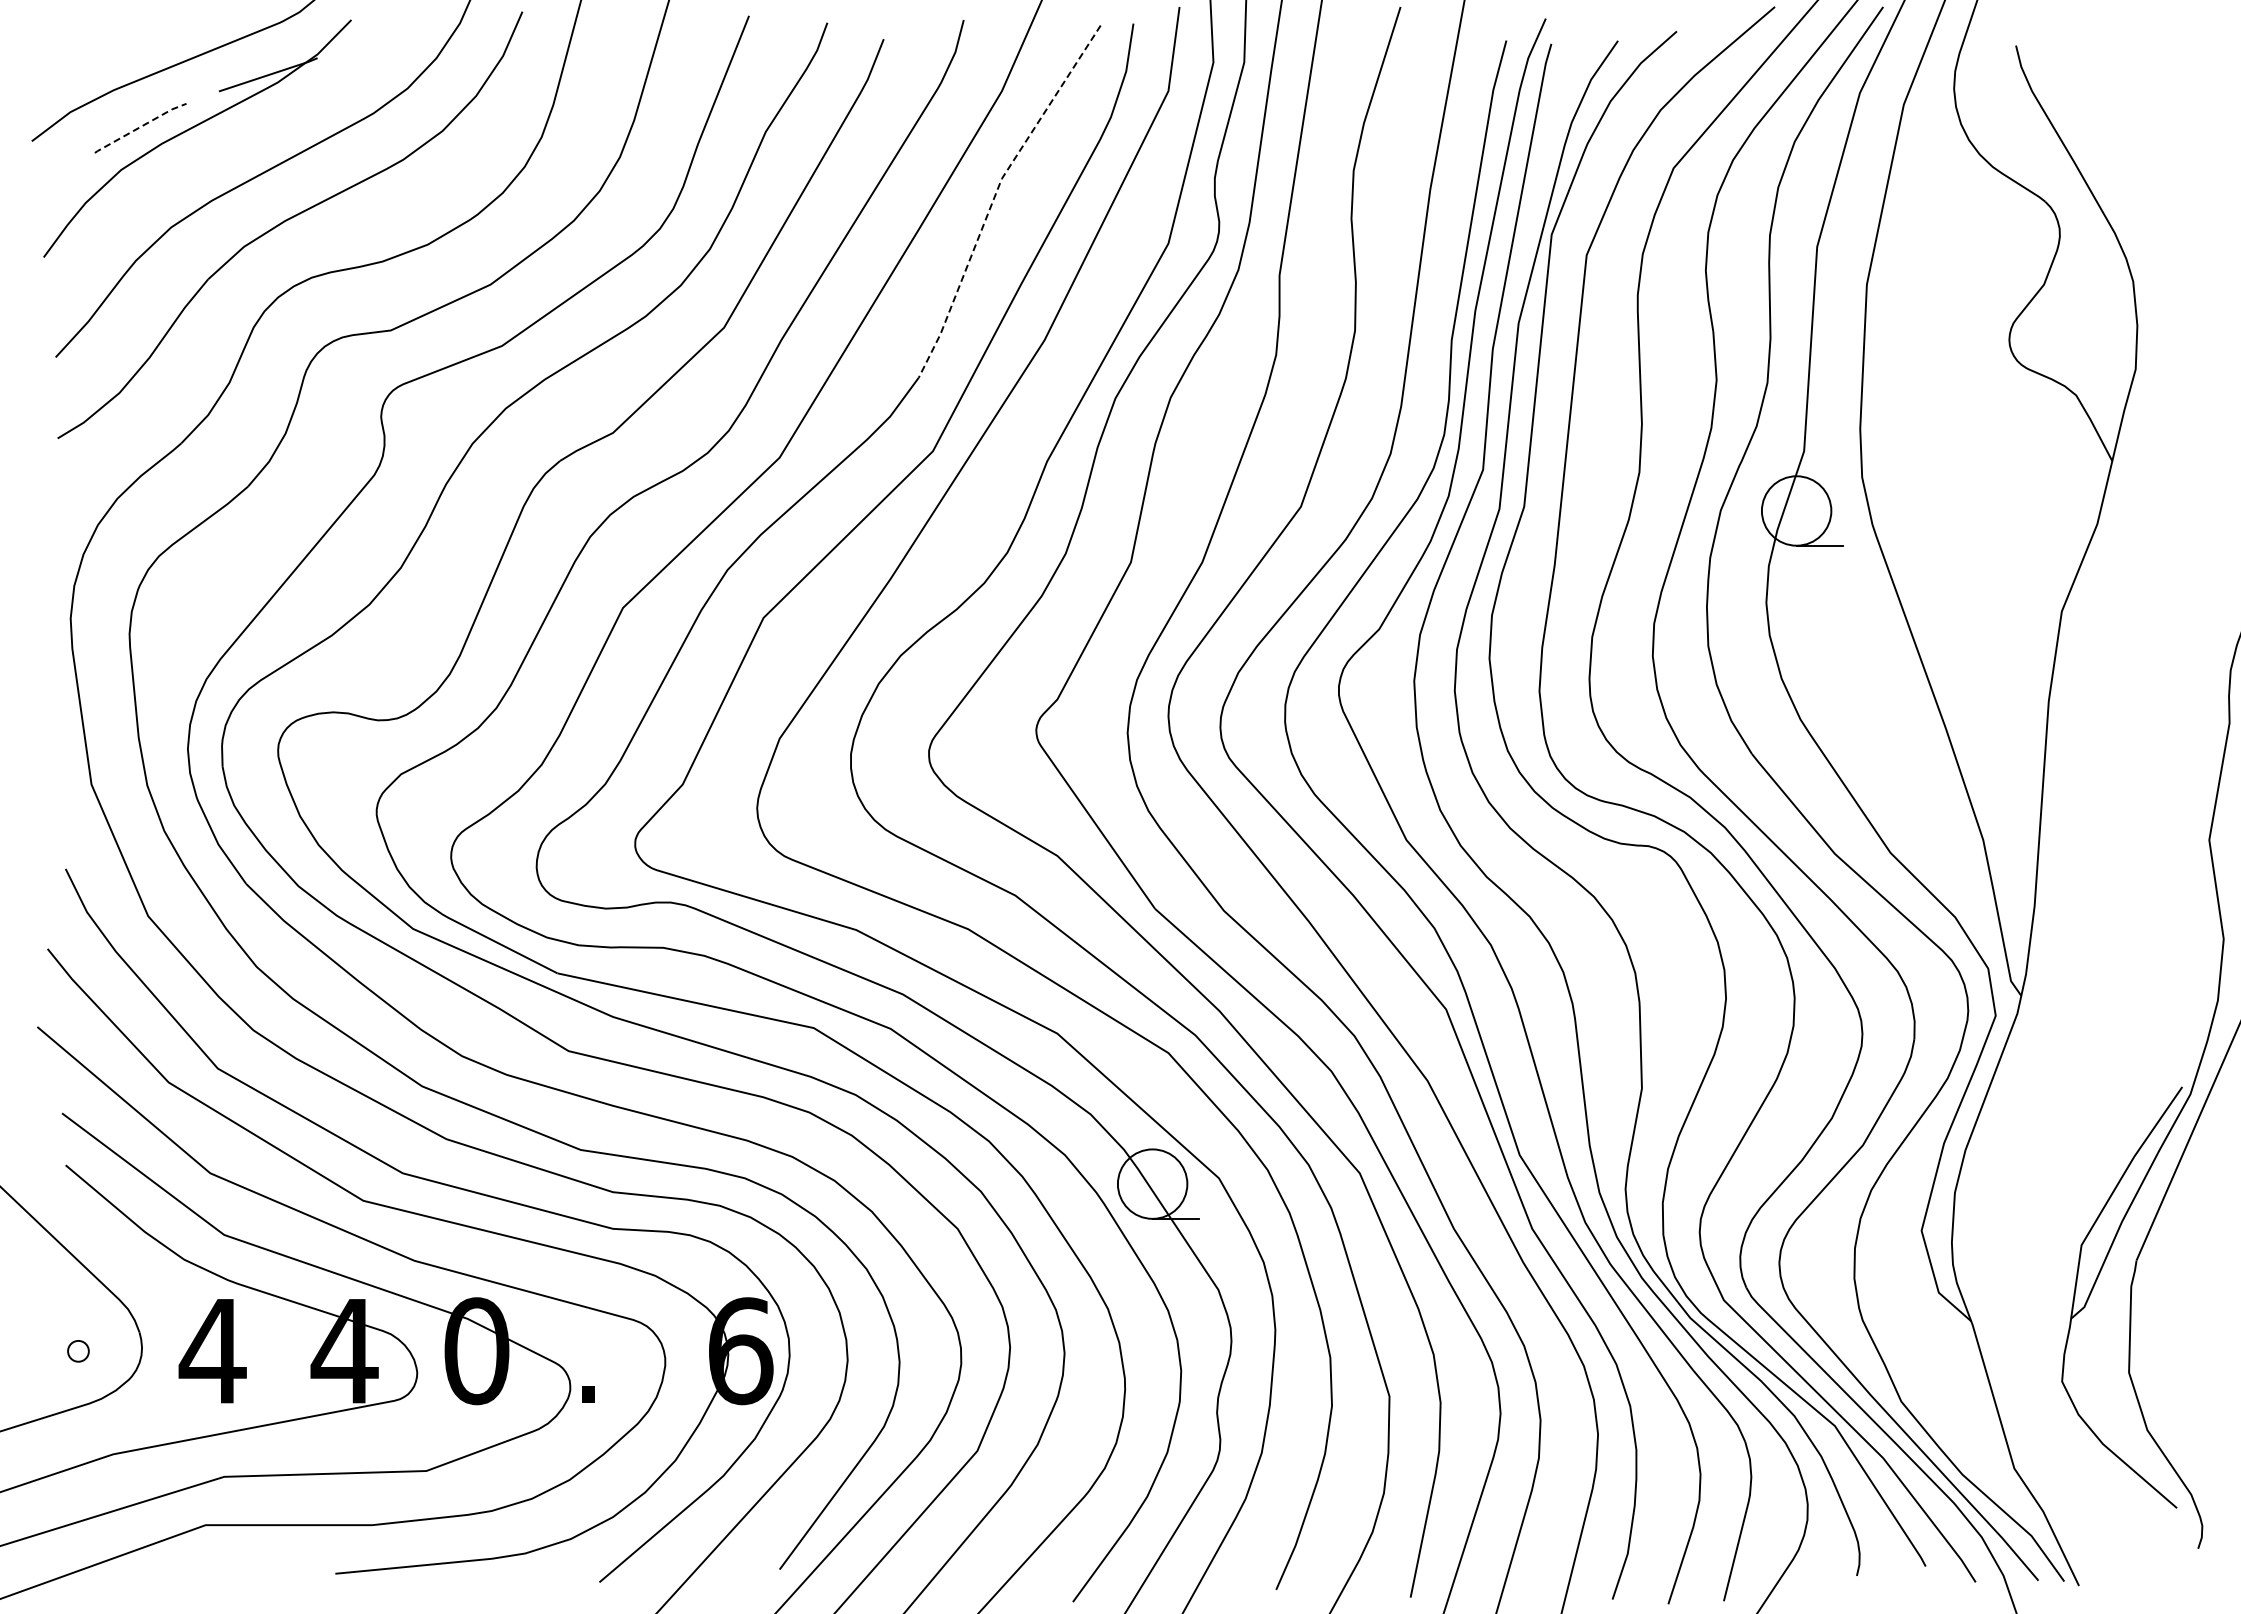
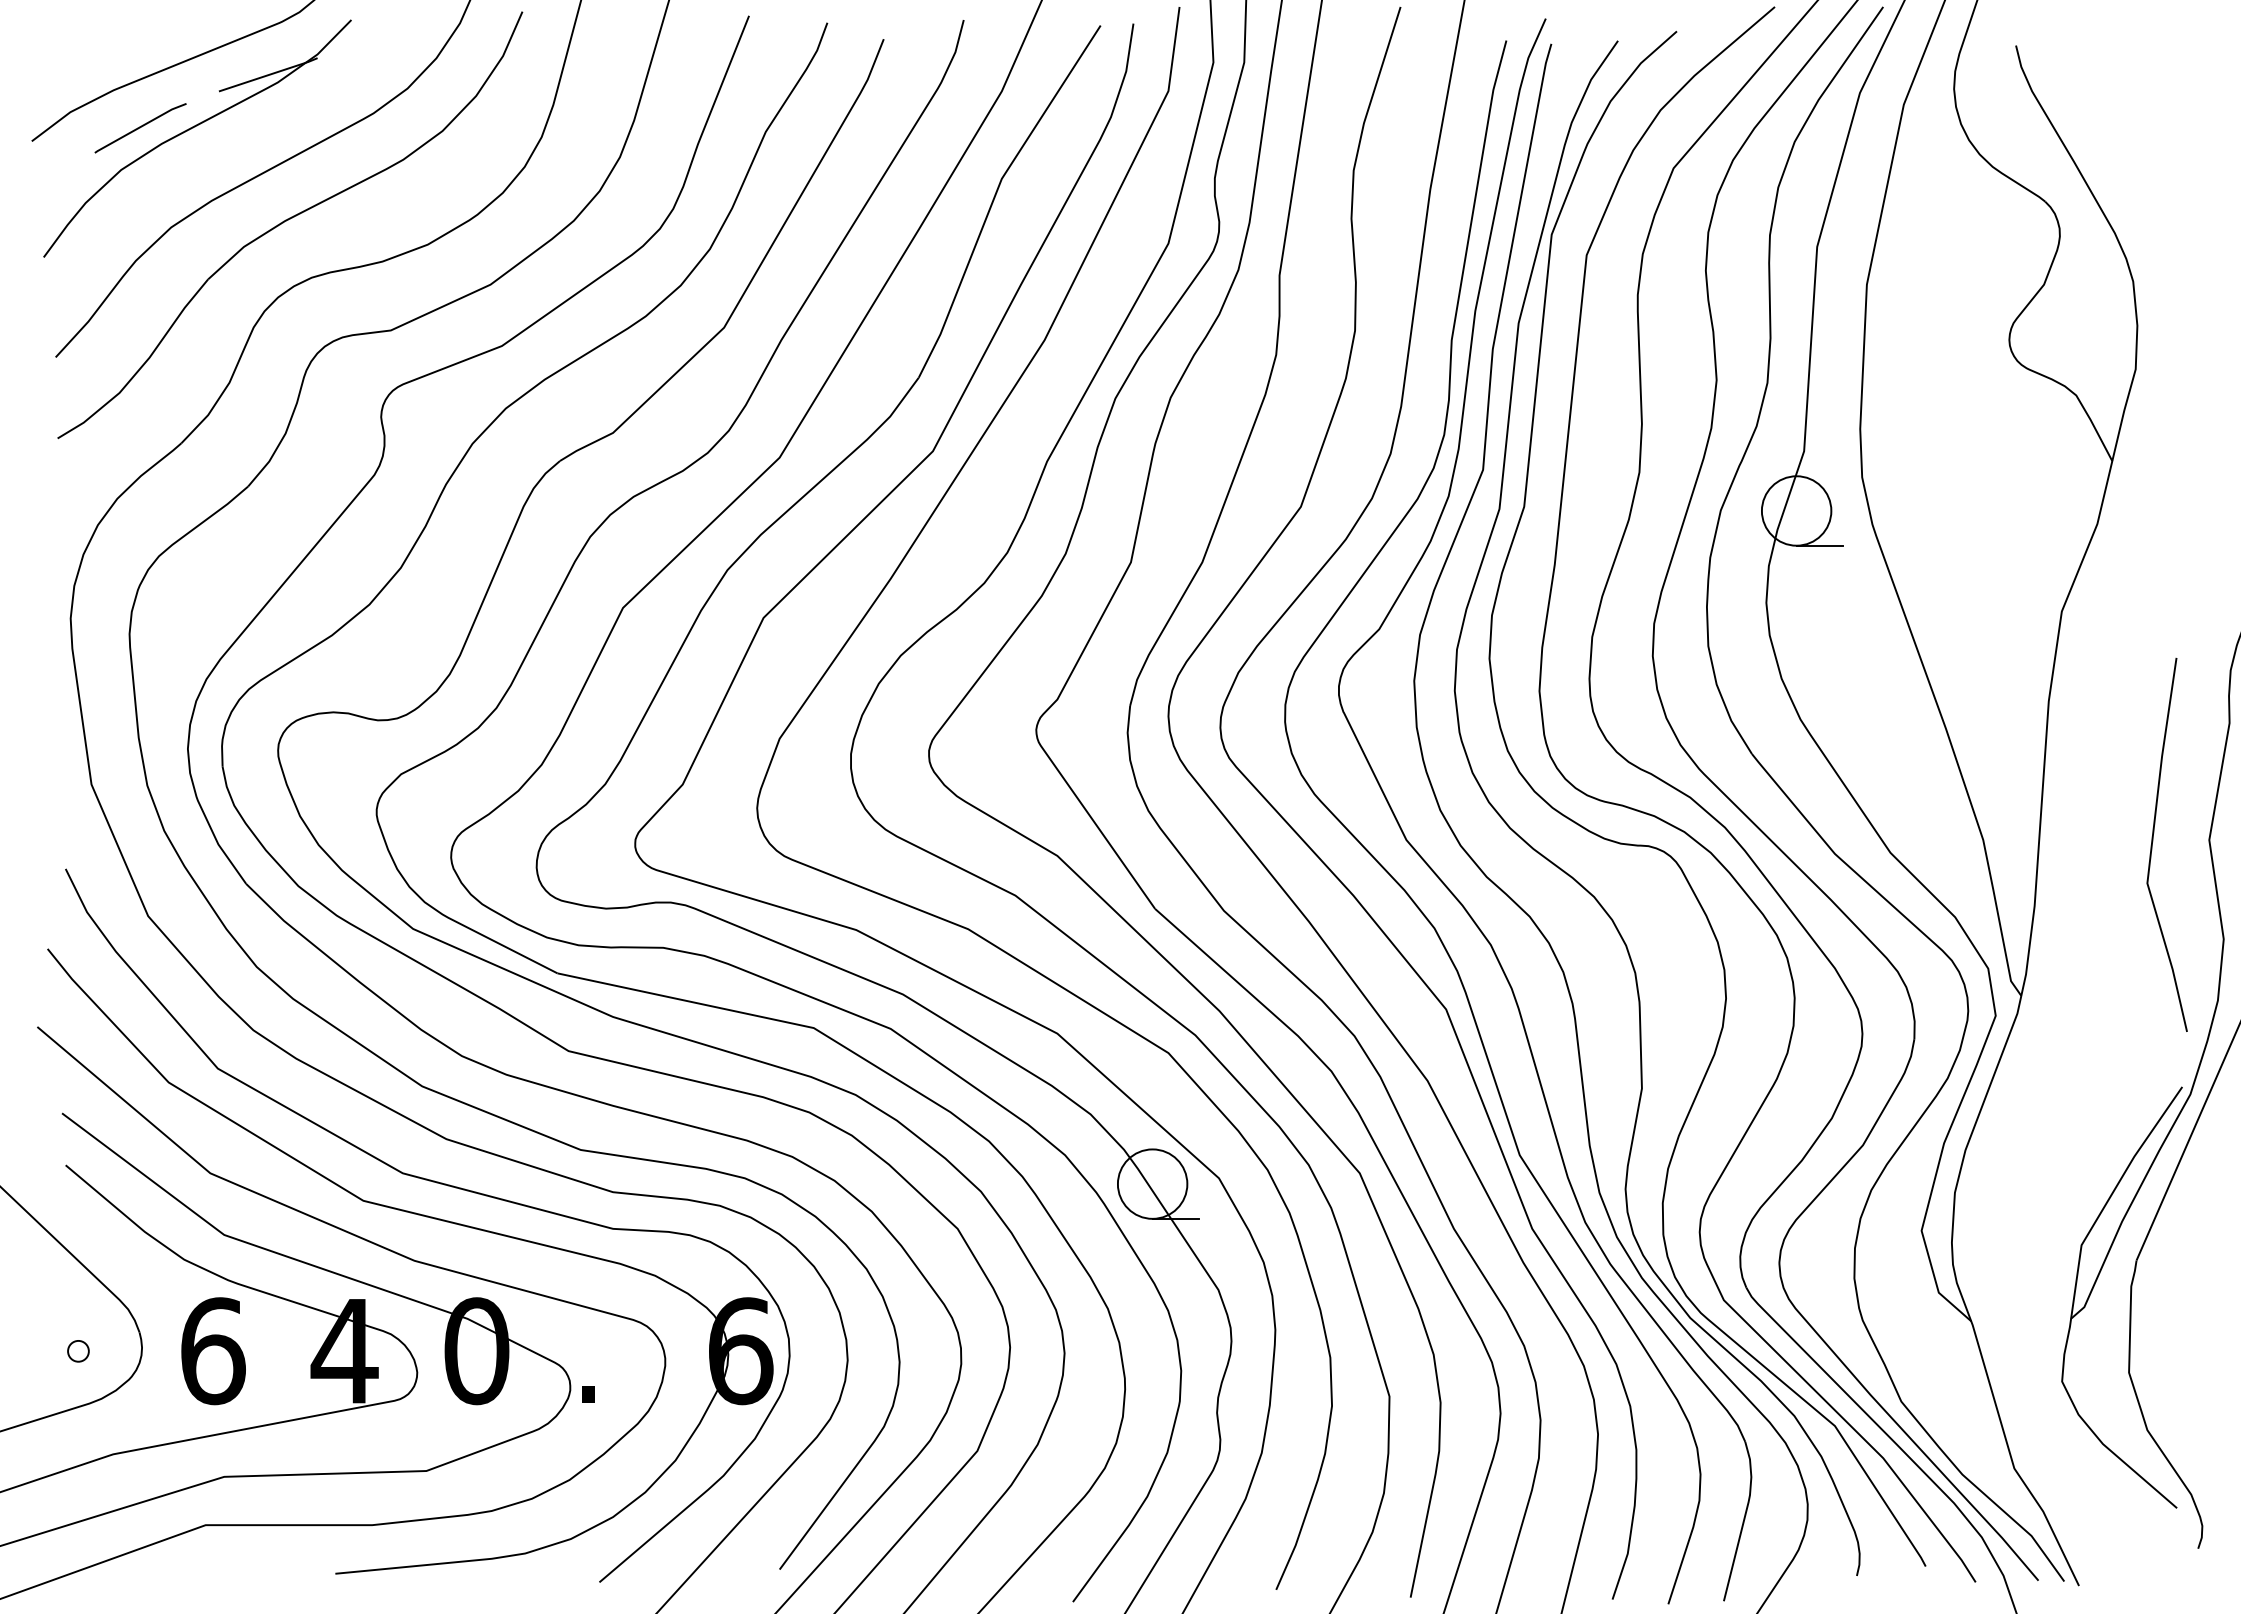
line at (140, 127): dashed -> solid
line at (995, 194): dashed -> solid
line at (2153, 841): none -> present
text at (212, 1351): 4 -> 6
